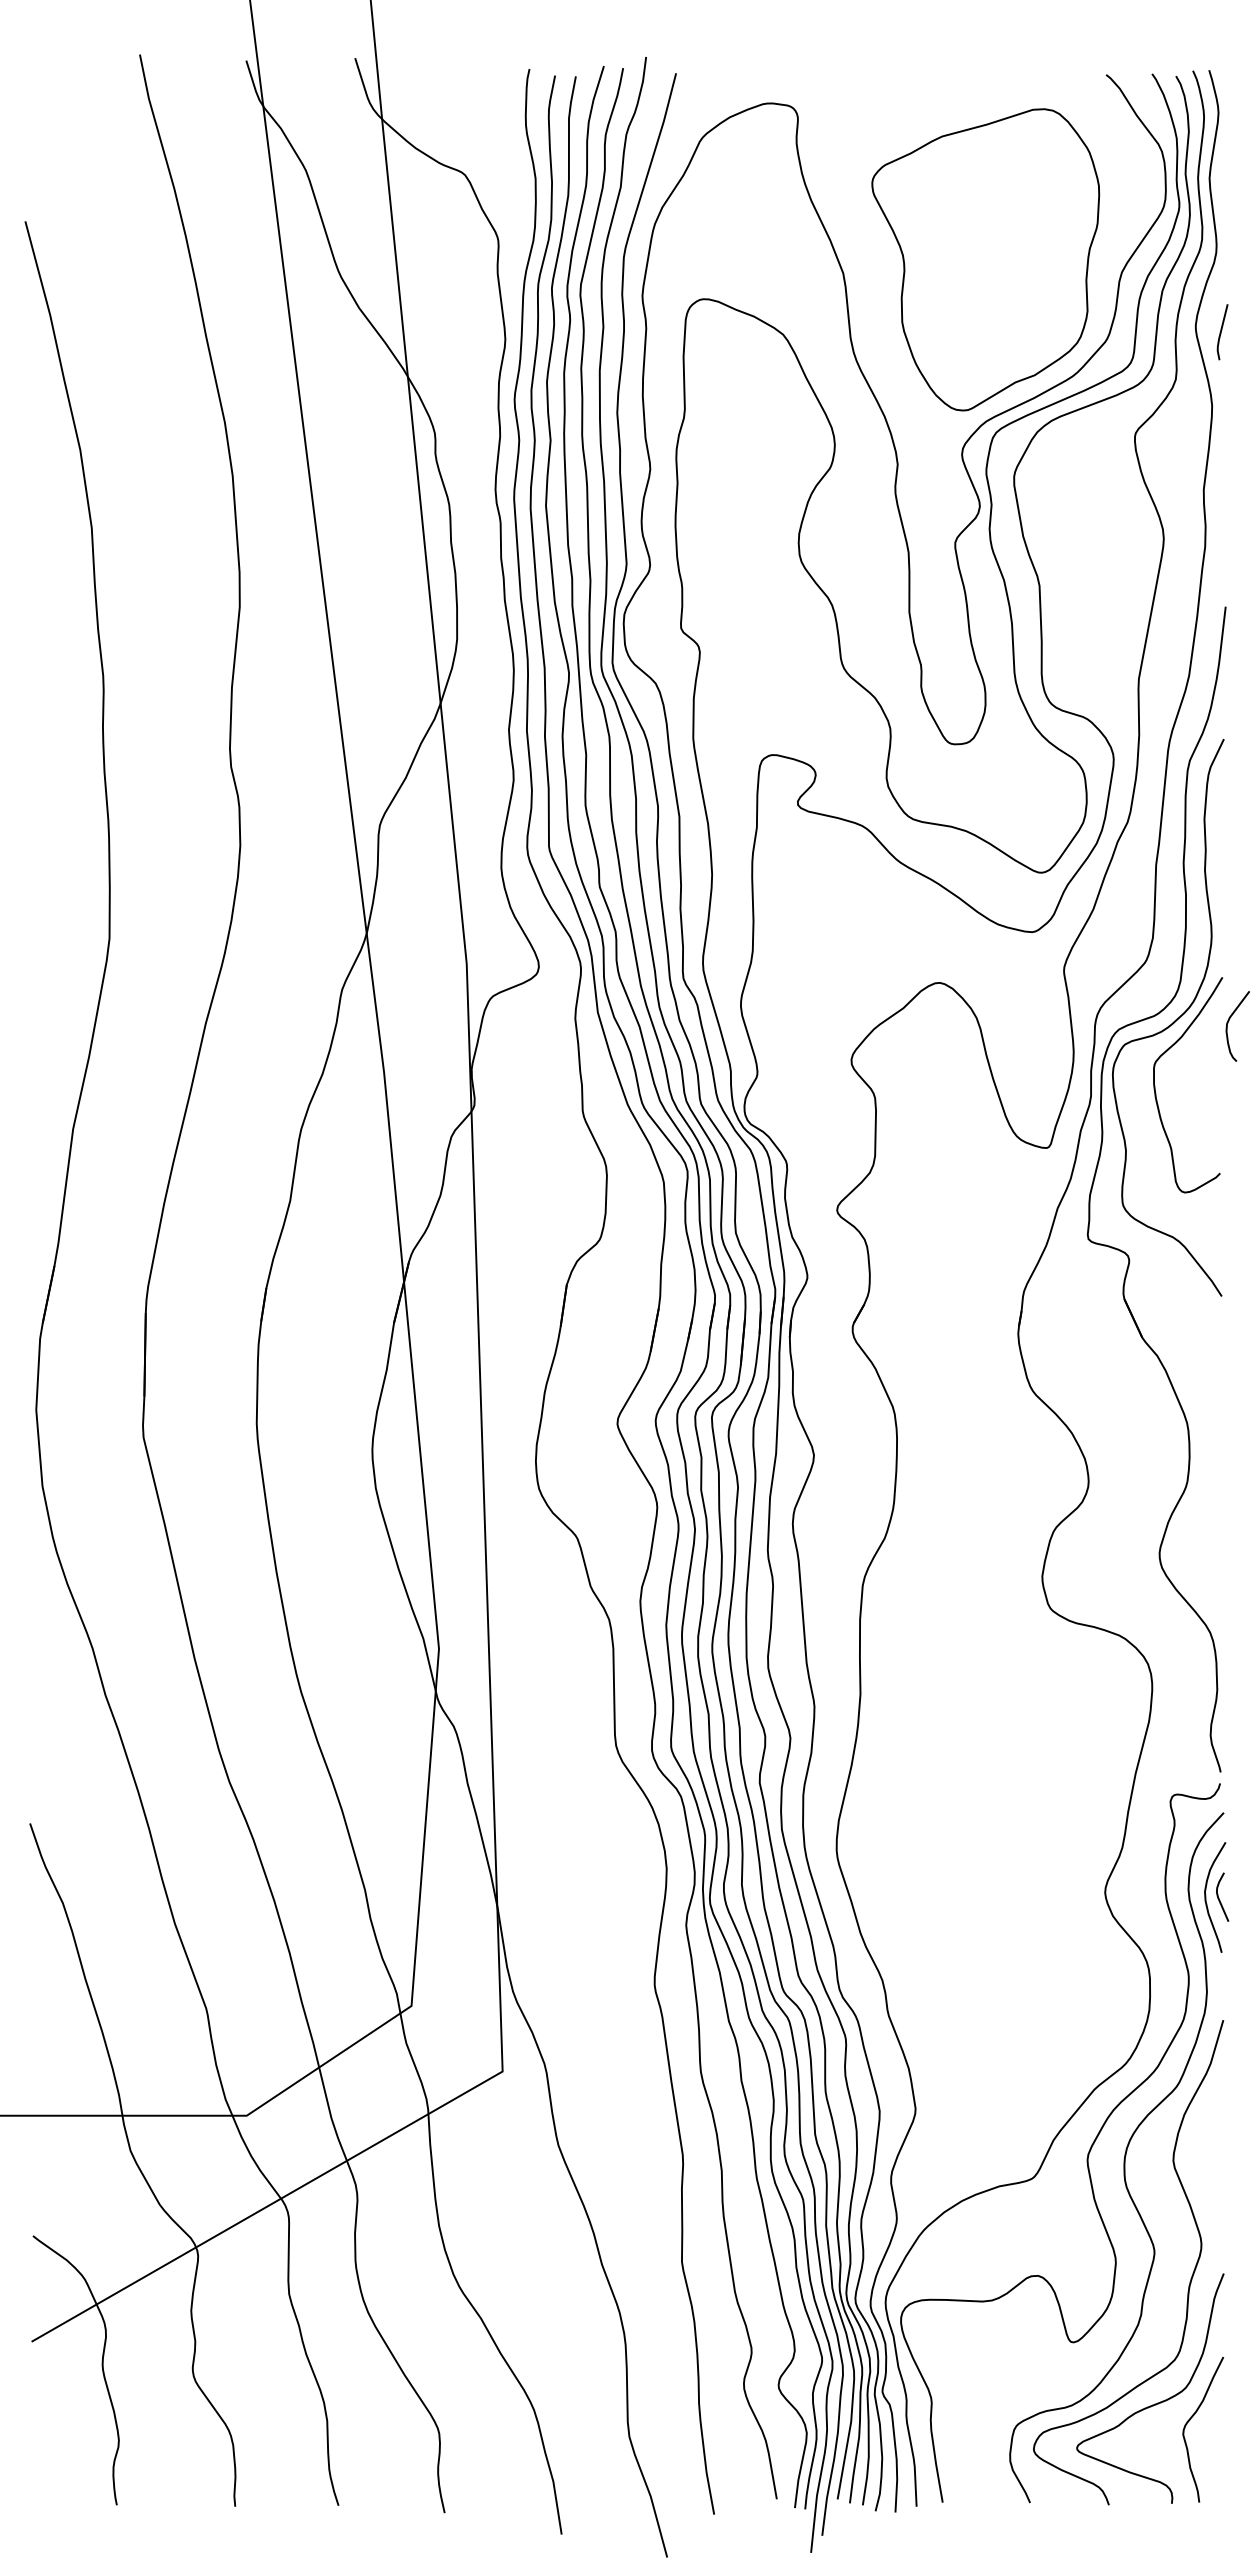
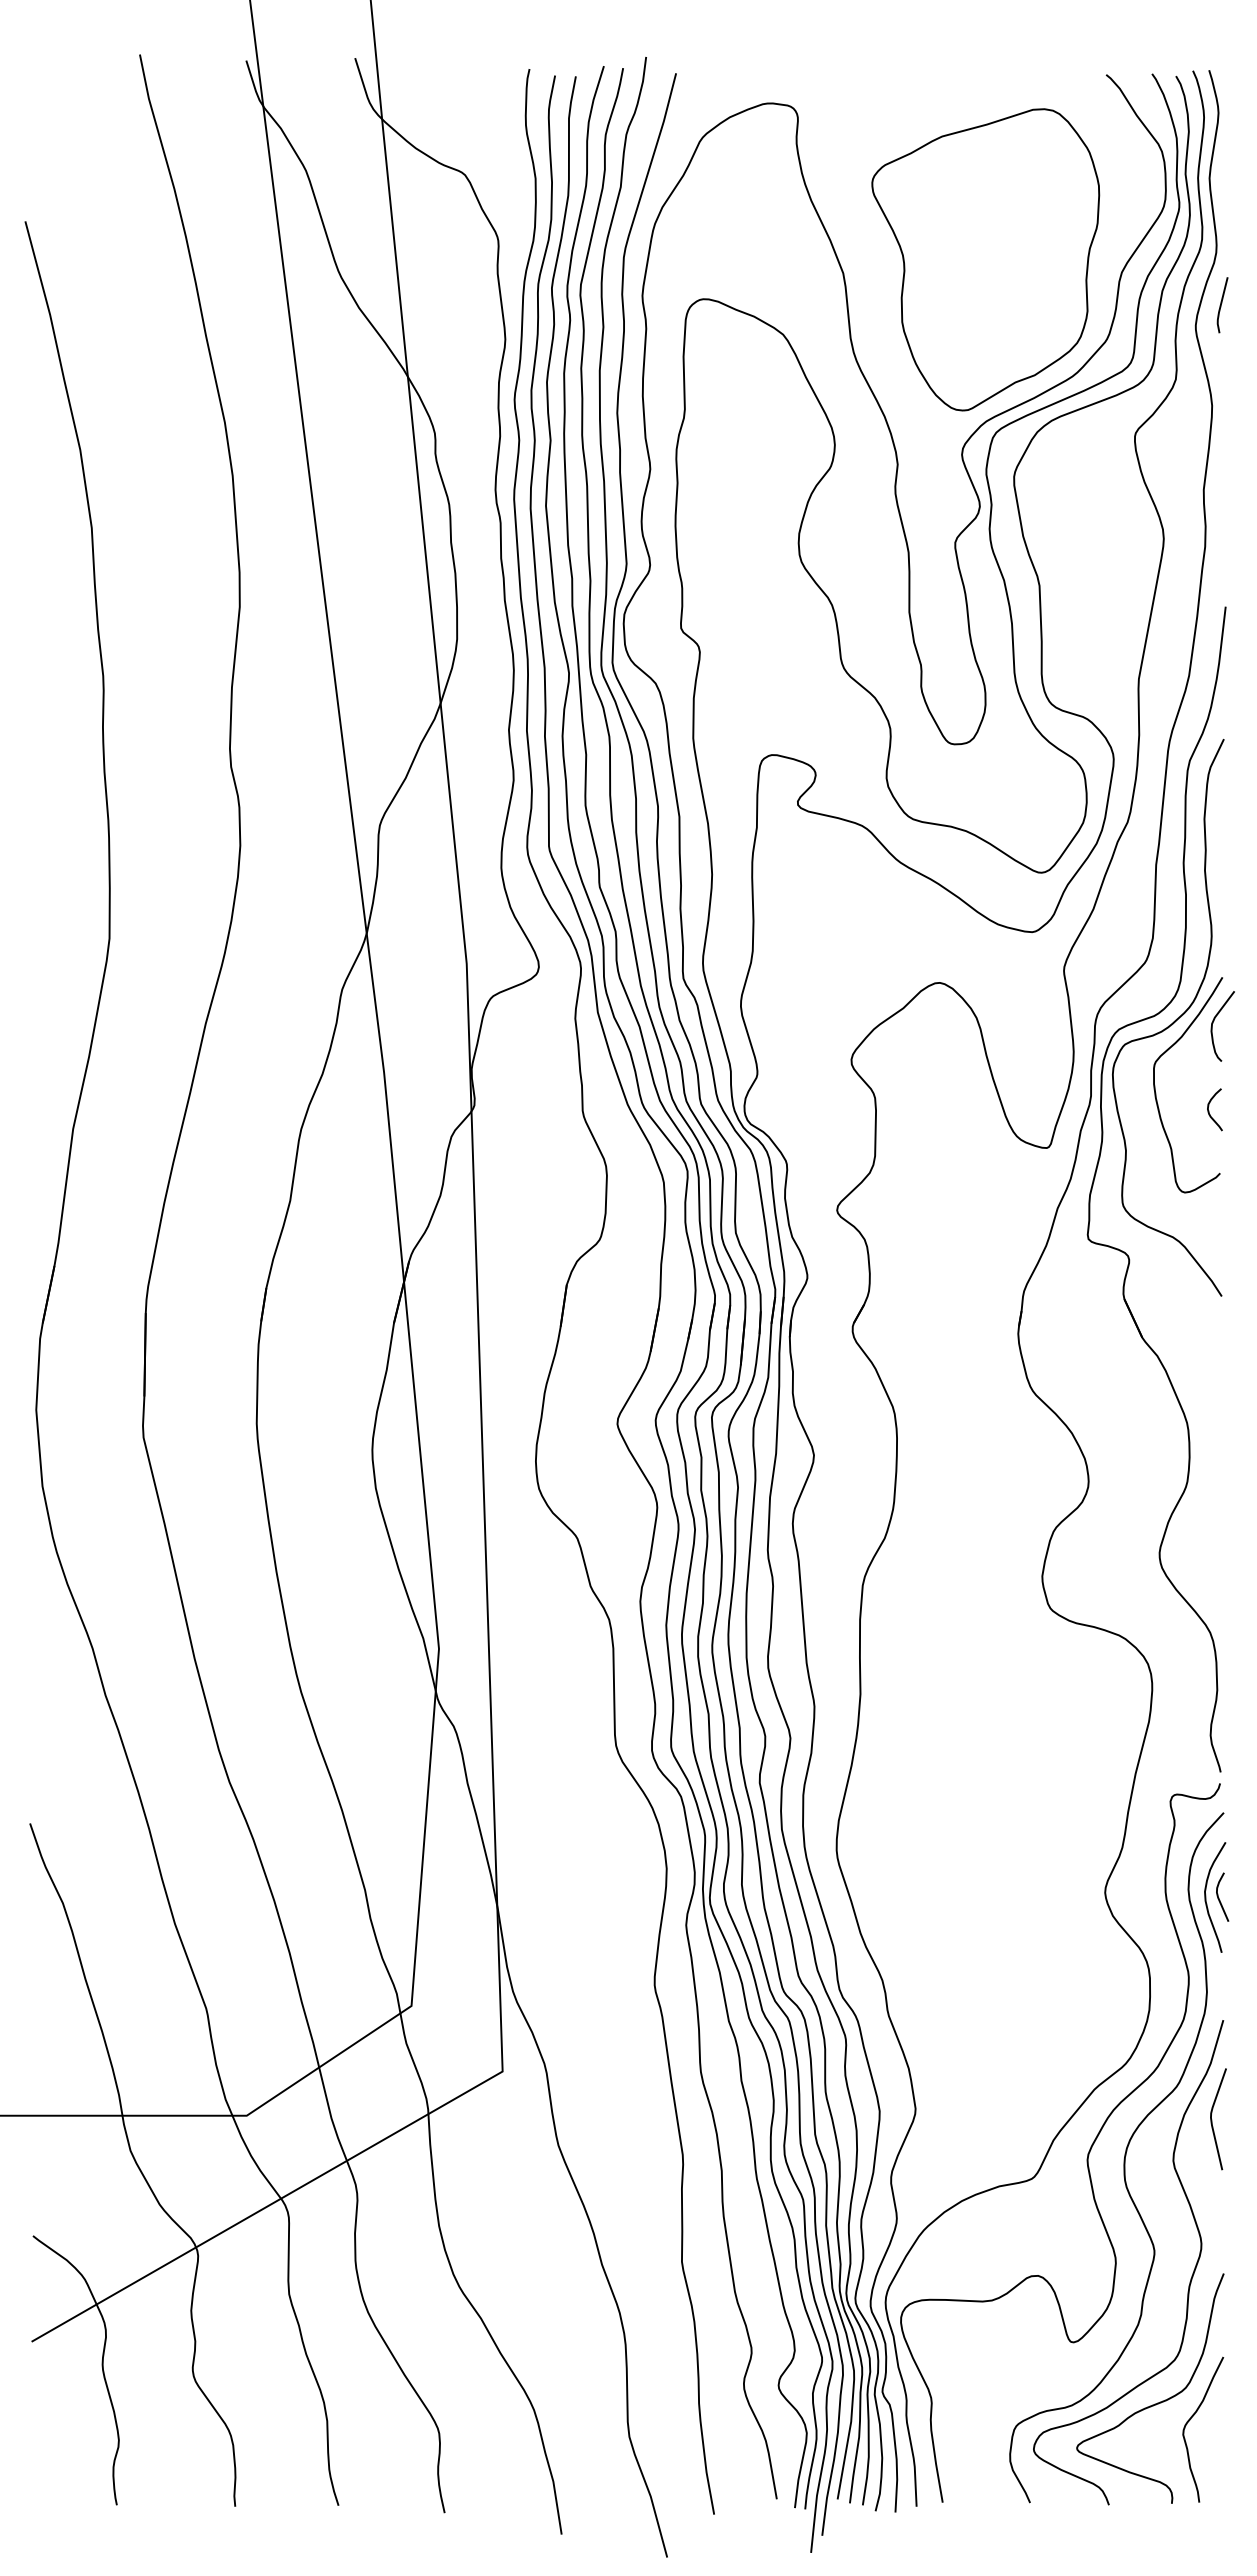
line at (1221, 332) position: (1221, 332) -> (1221, 305)
curve at (1229, 1021) position: (1229, 1021) -> (1214, 1021)
curve at (1209, 1110): none -> present
curve at (1212, 2119): none -> present
